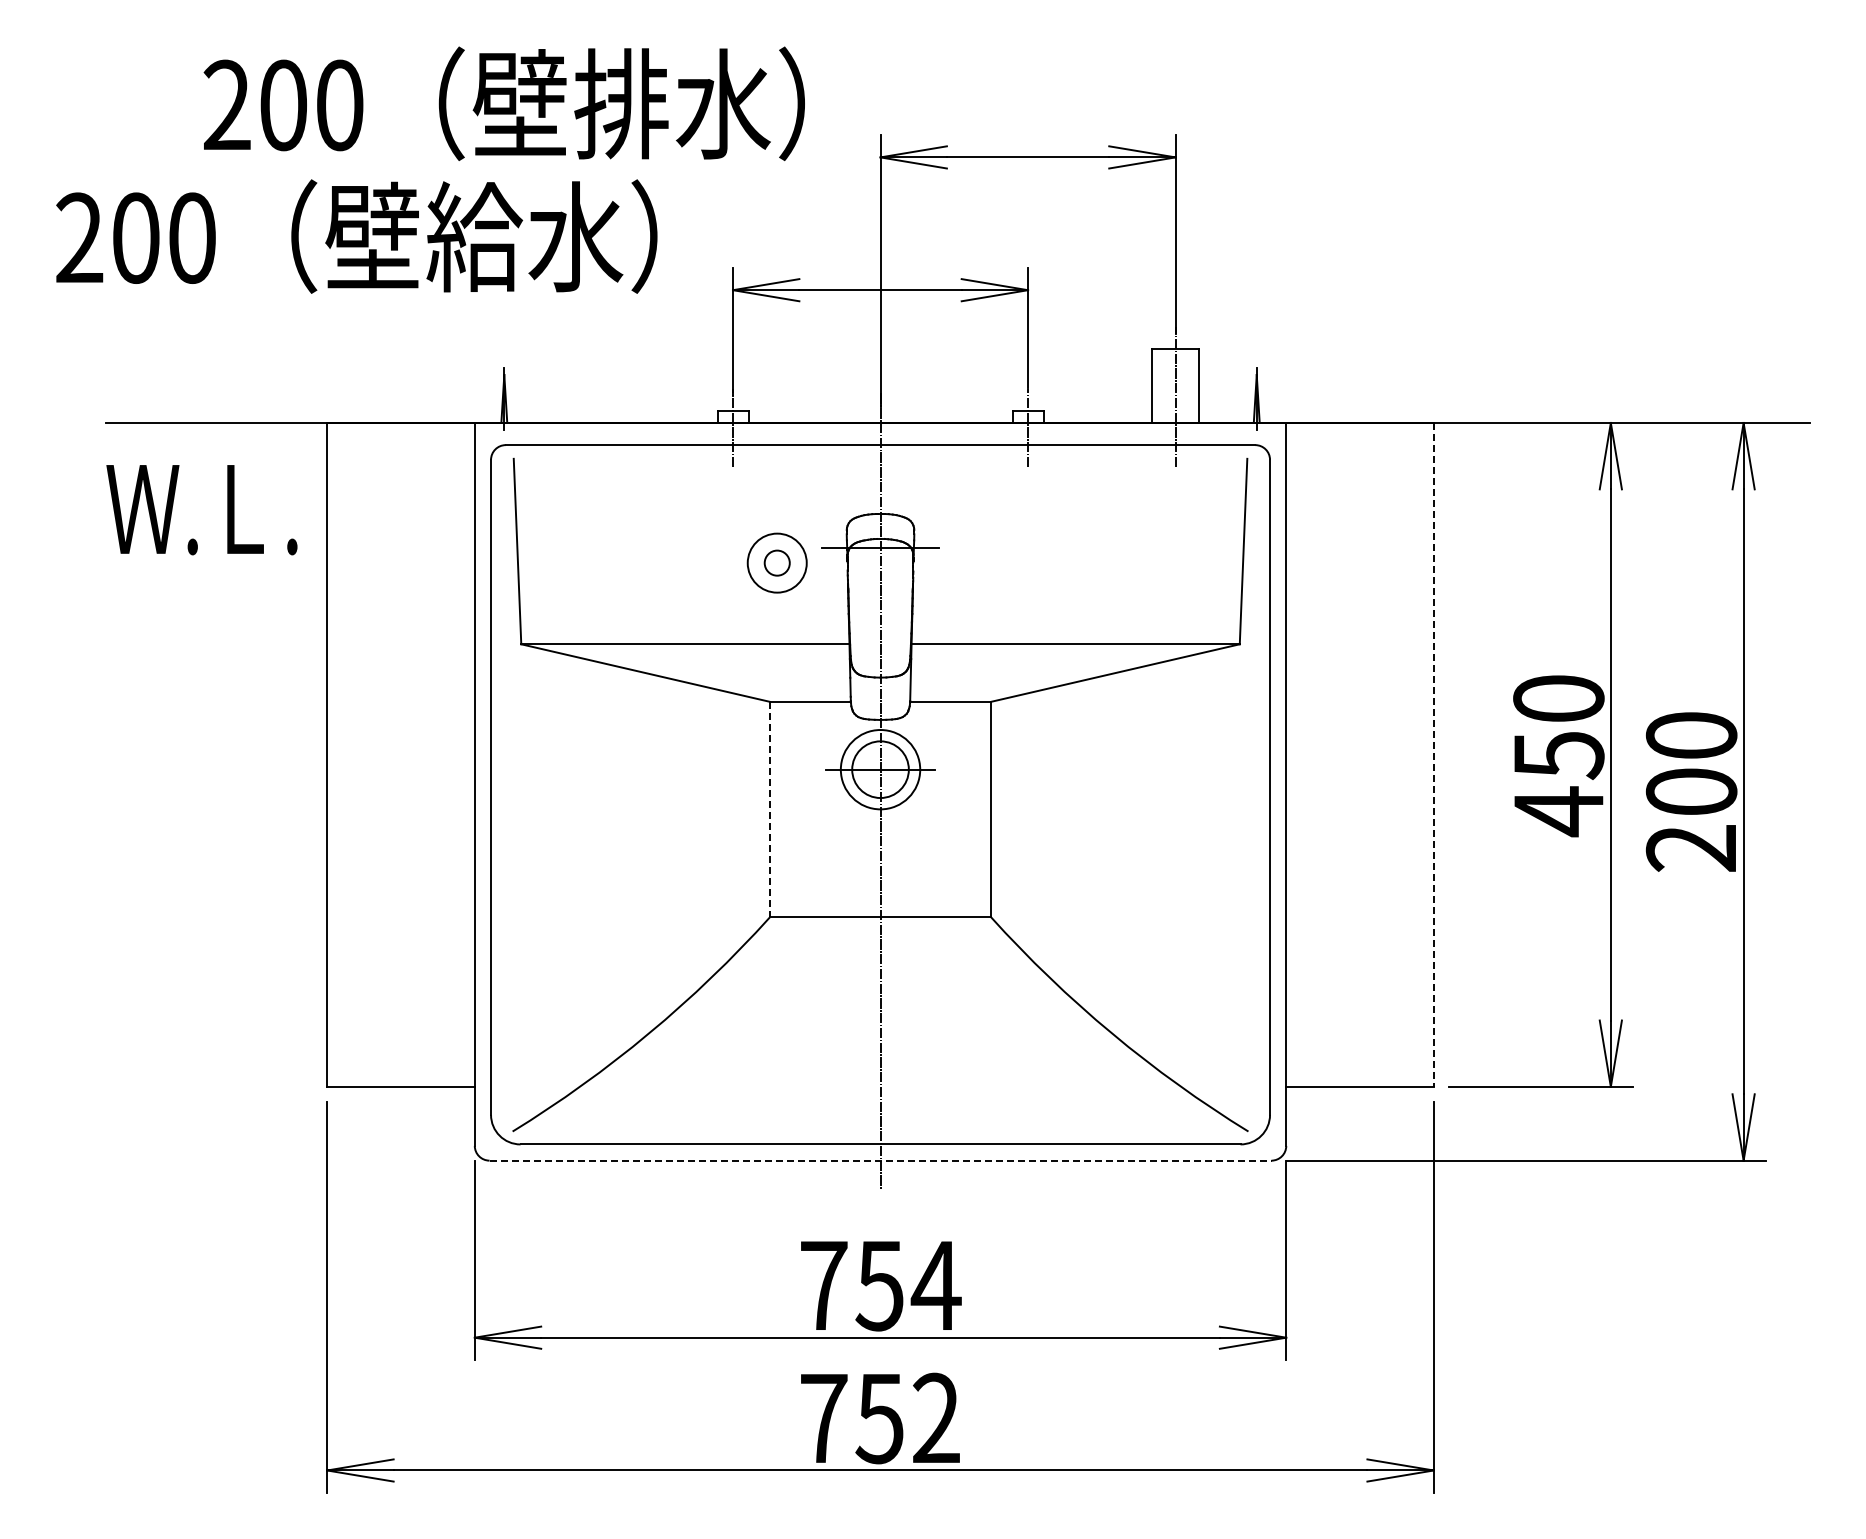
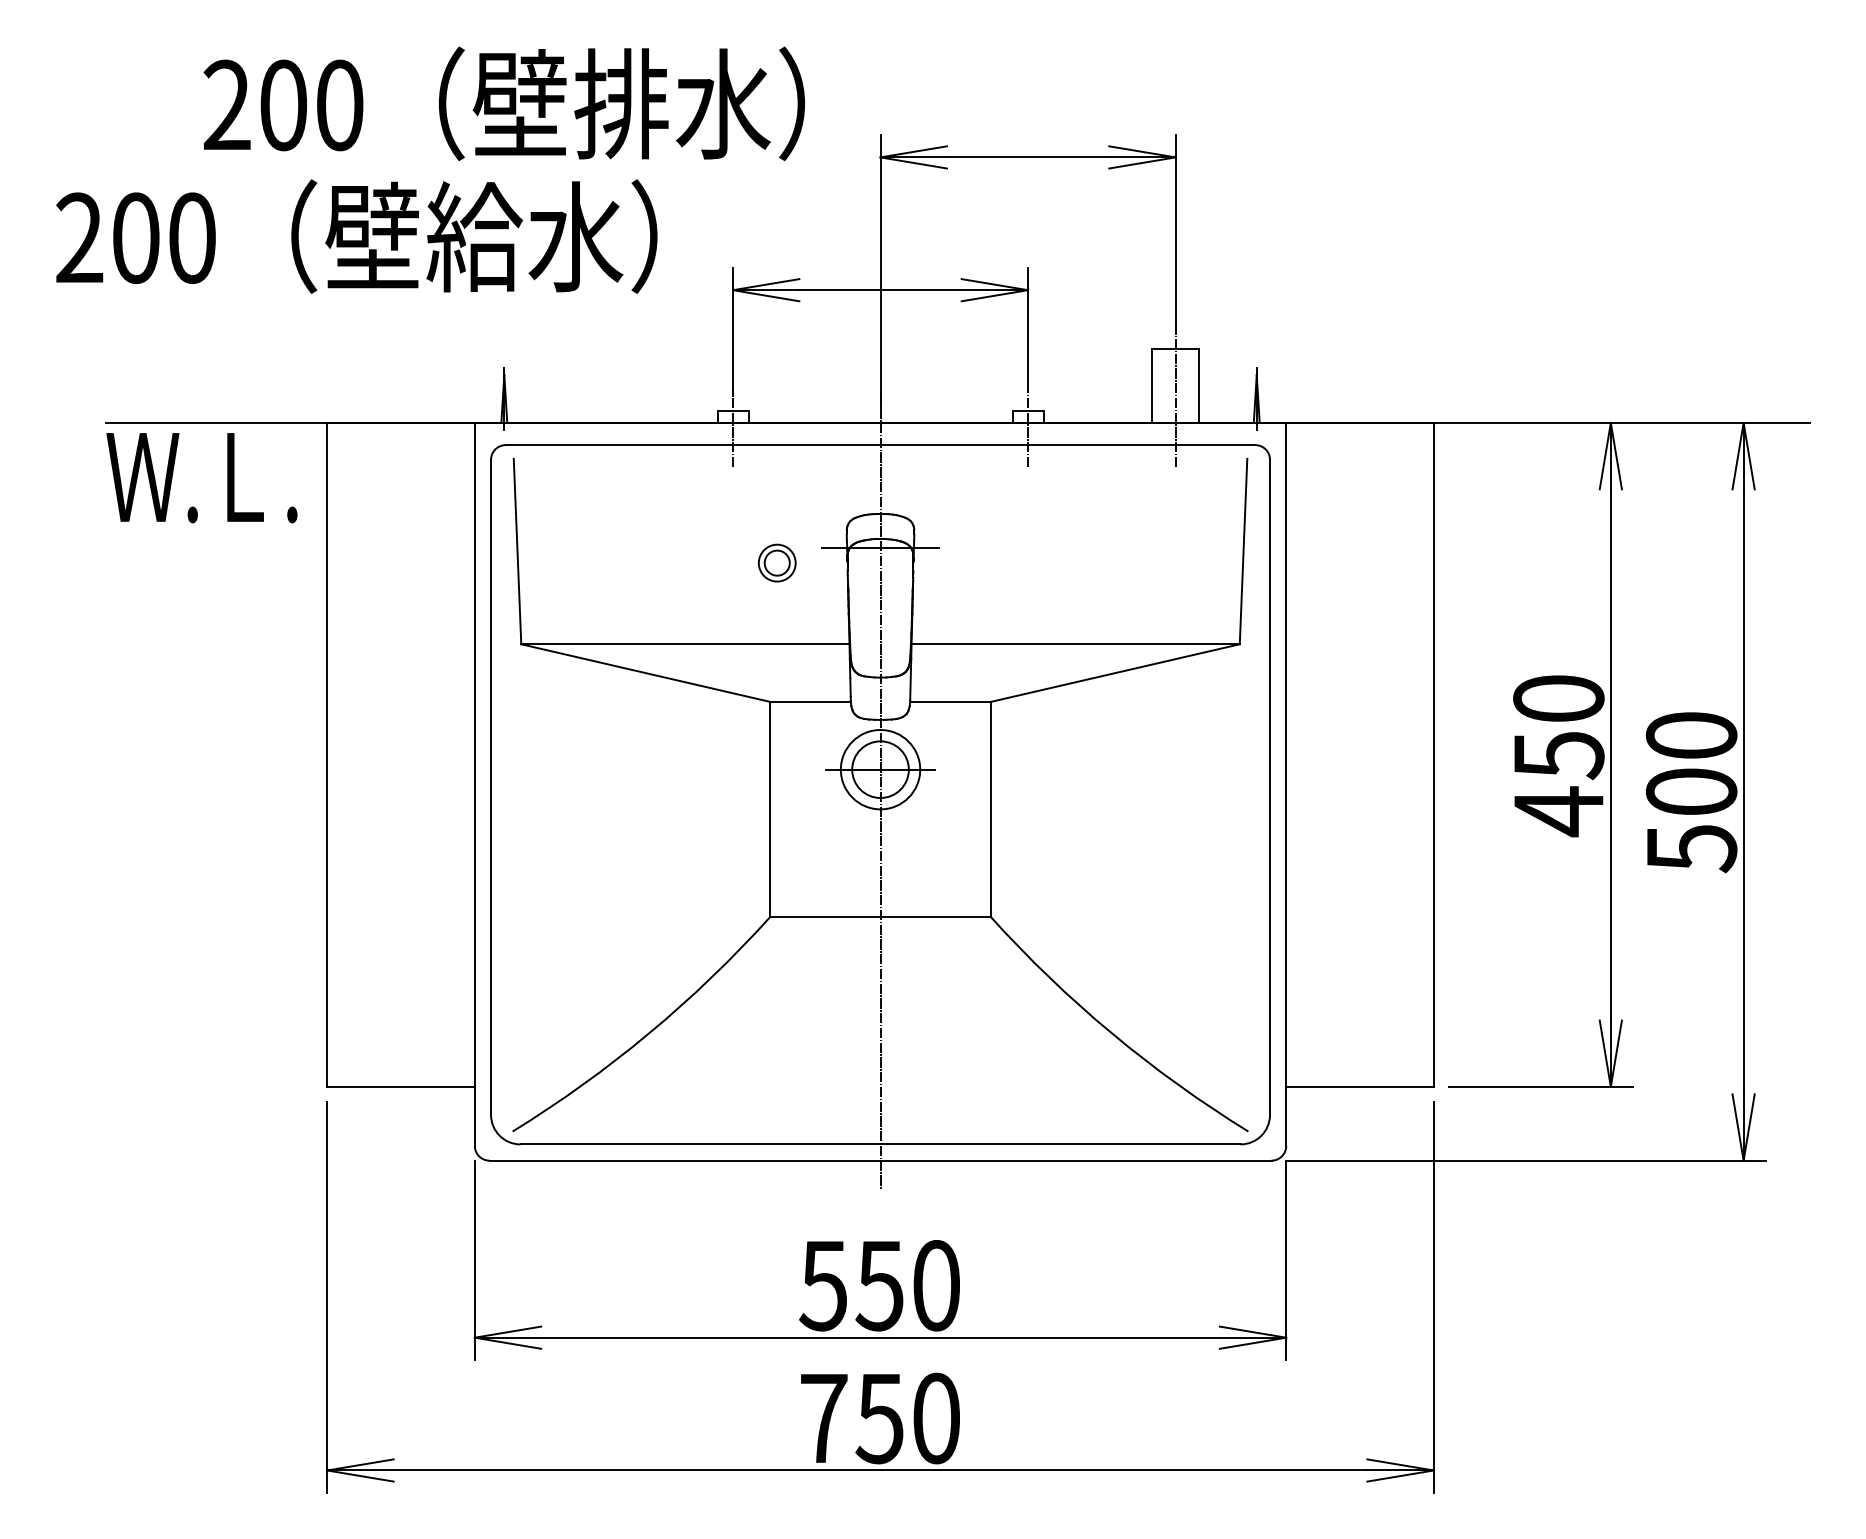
text at (201, 510) position: (201, 510) -> (201, 478)
circle at (776, 562) diameter: 59 px -> 37 px
line at (1433, 754): dashed -> solid
line at (769, 809): dashed -> solid
text at (1691, 849): 200 -> 500
line at (880, 1160): dashed -> solid
text at (880, 1285): 754 -> 550
text at (936, 1418): 752 -> 750
